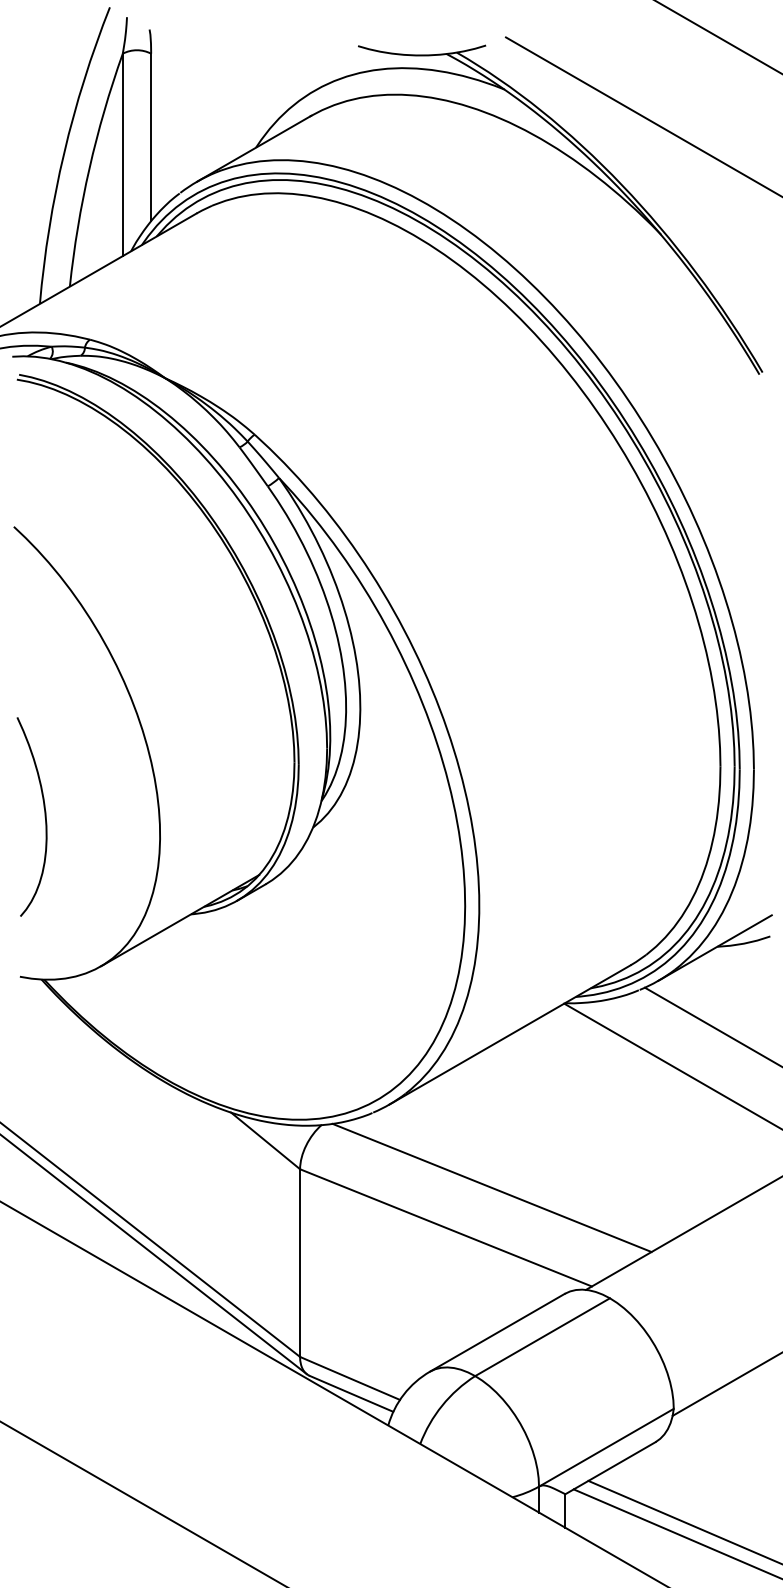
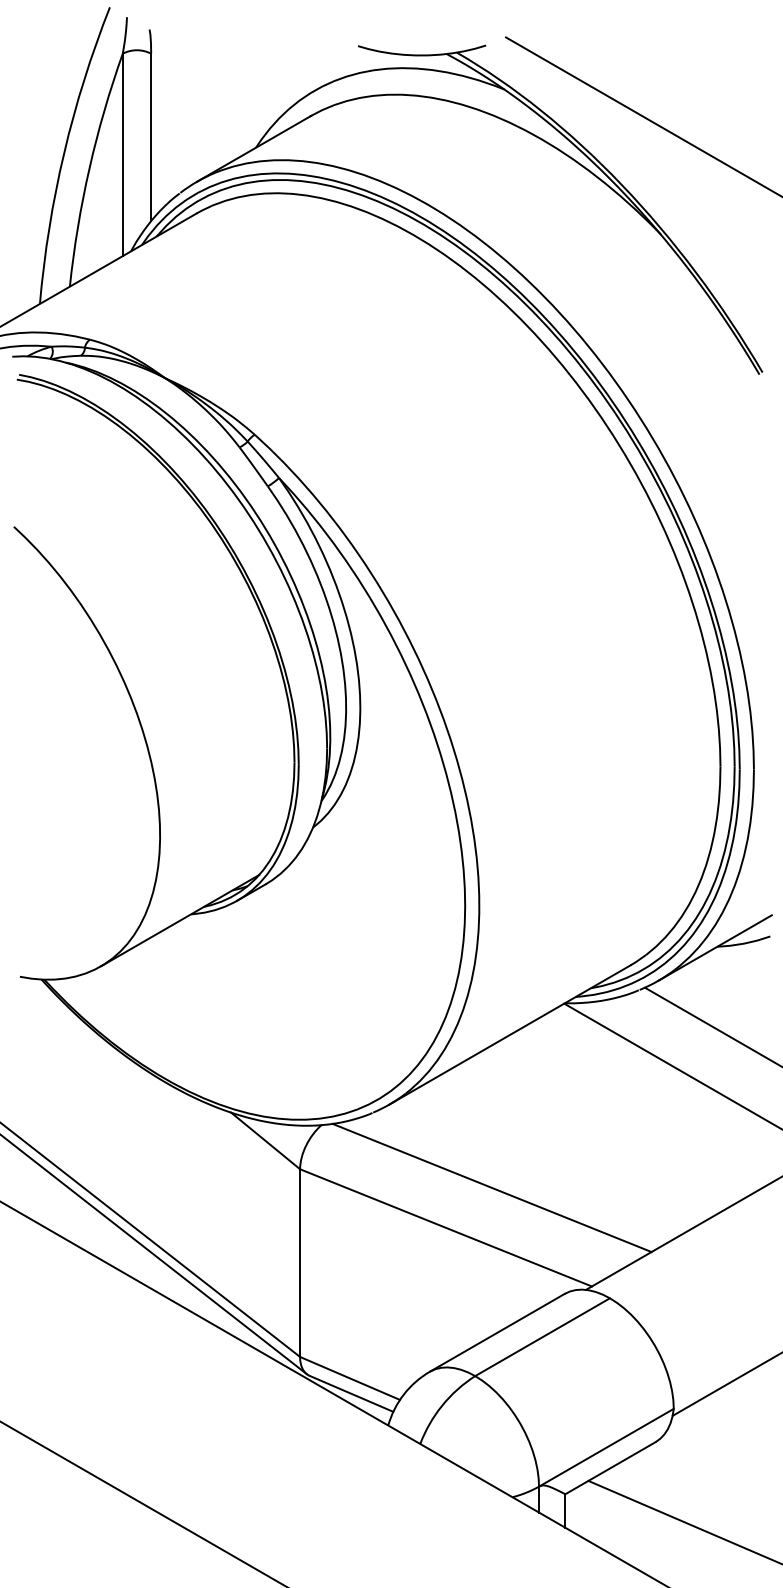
line at (718, 37): present -> none
curve at (44, 816): present -> none
line at (676, 1533): present -> none
